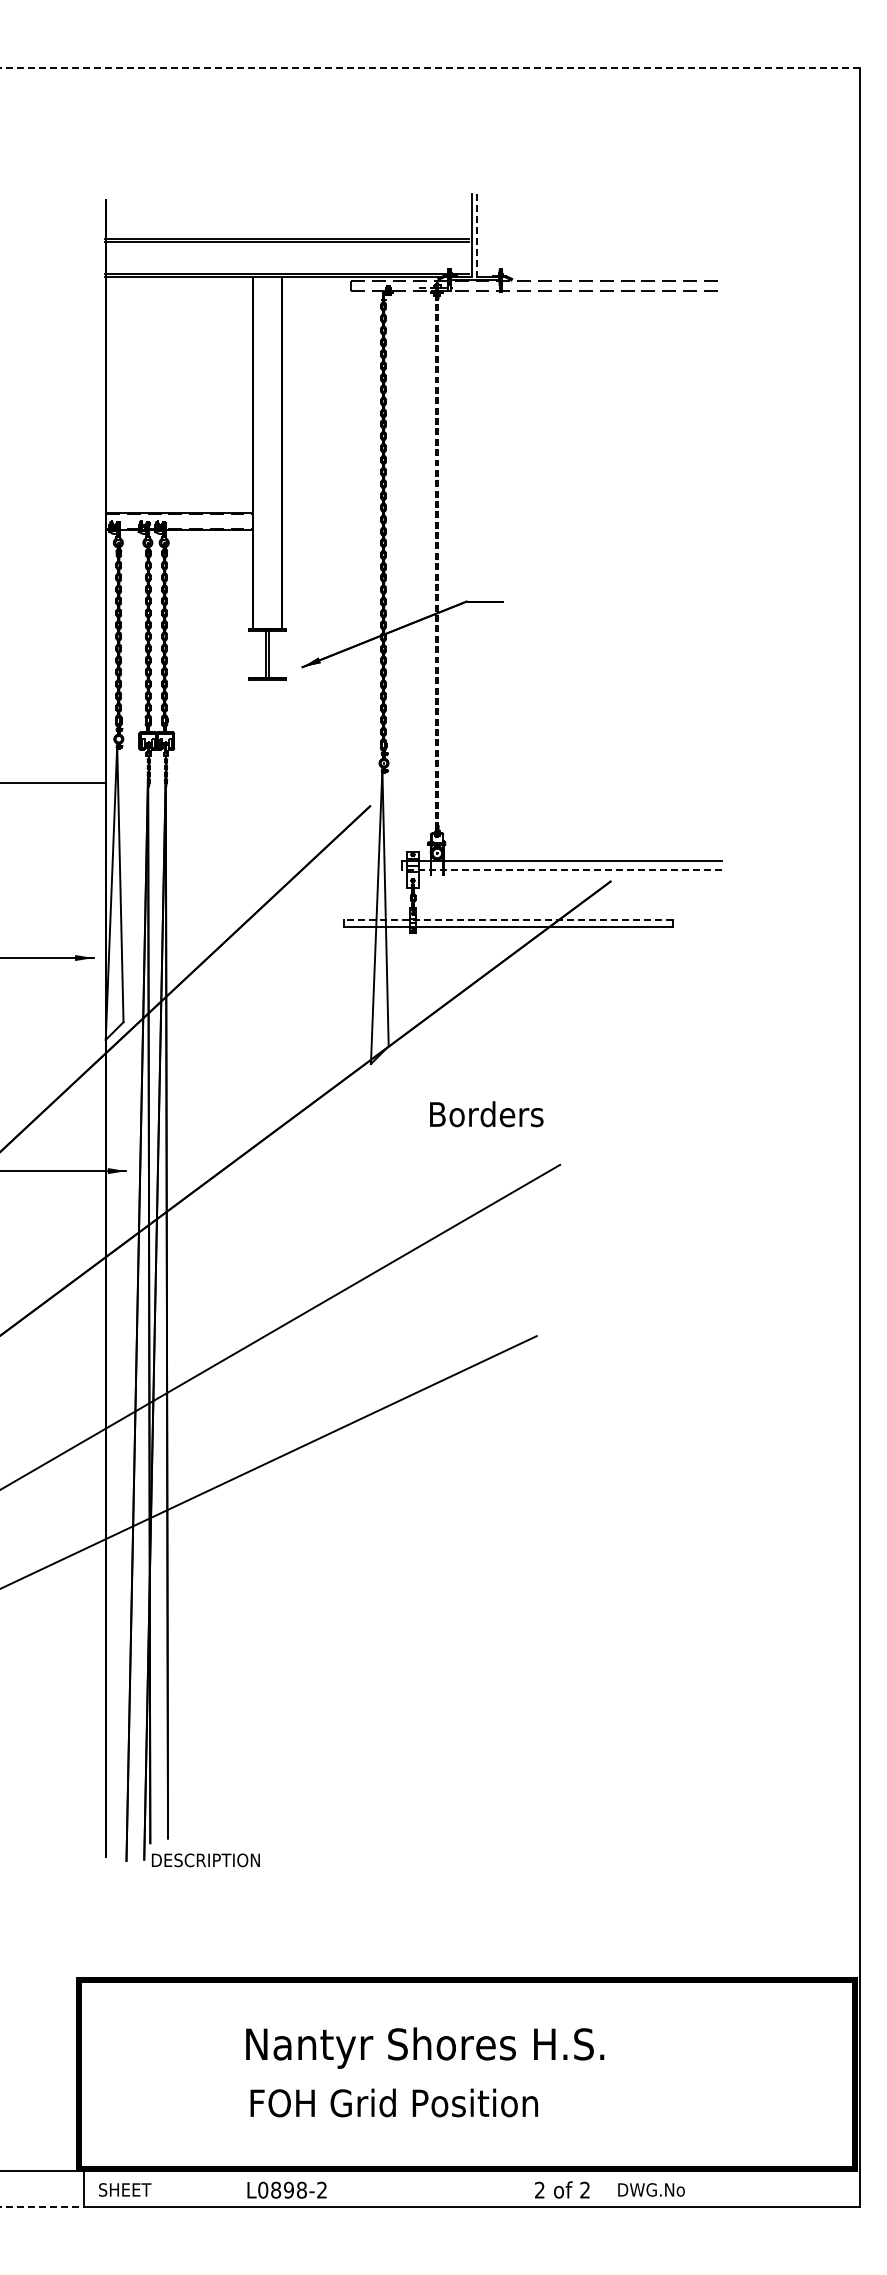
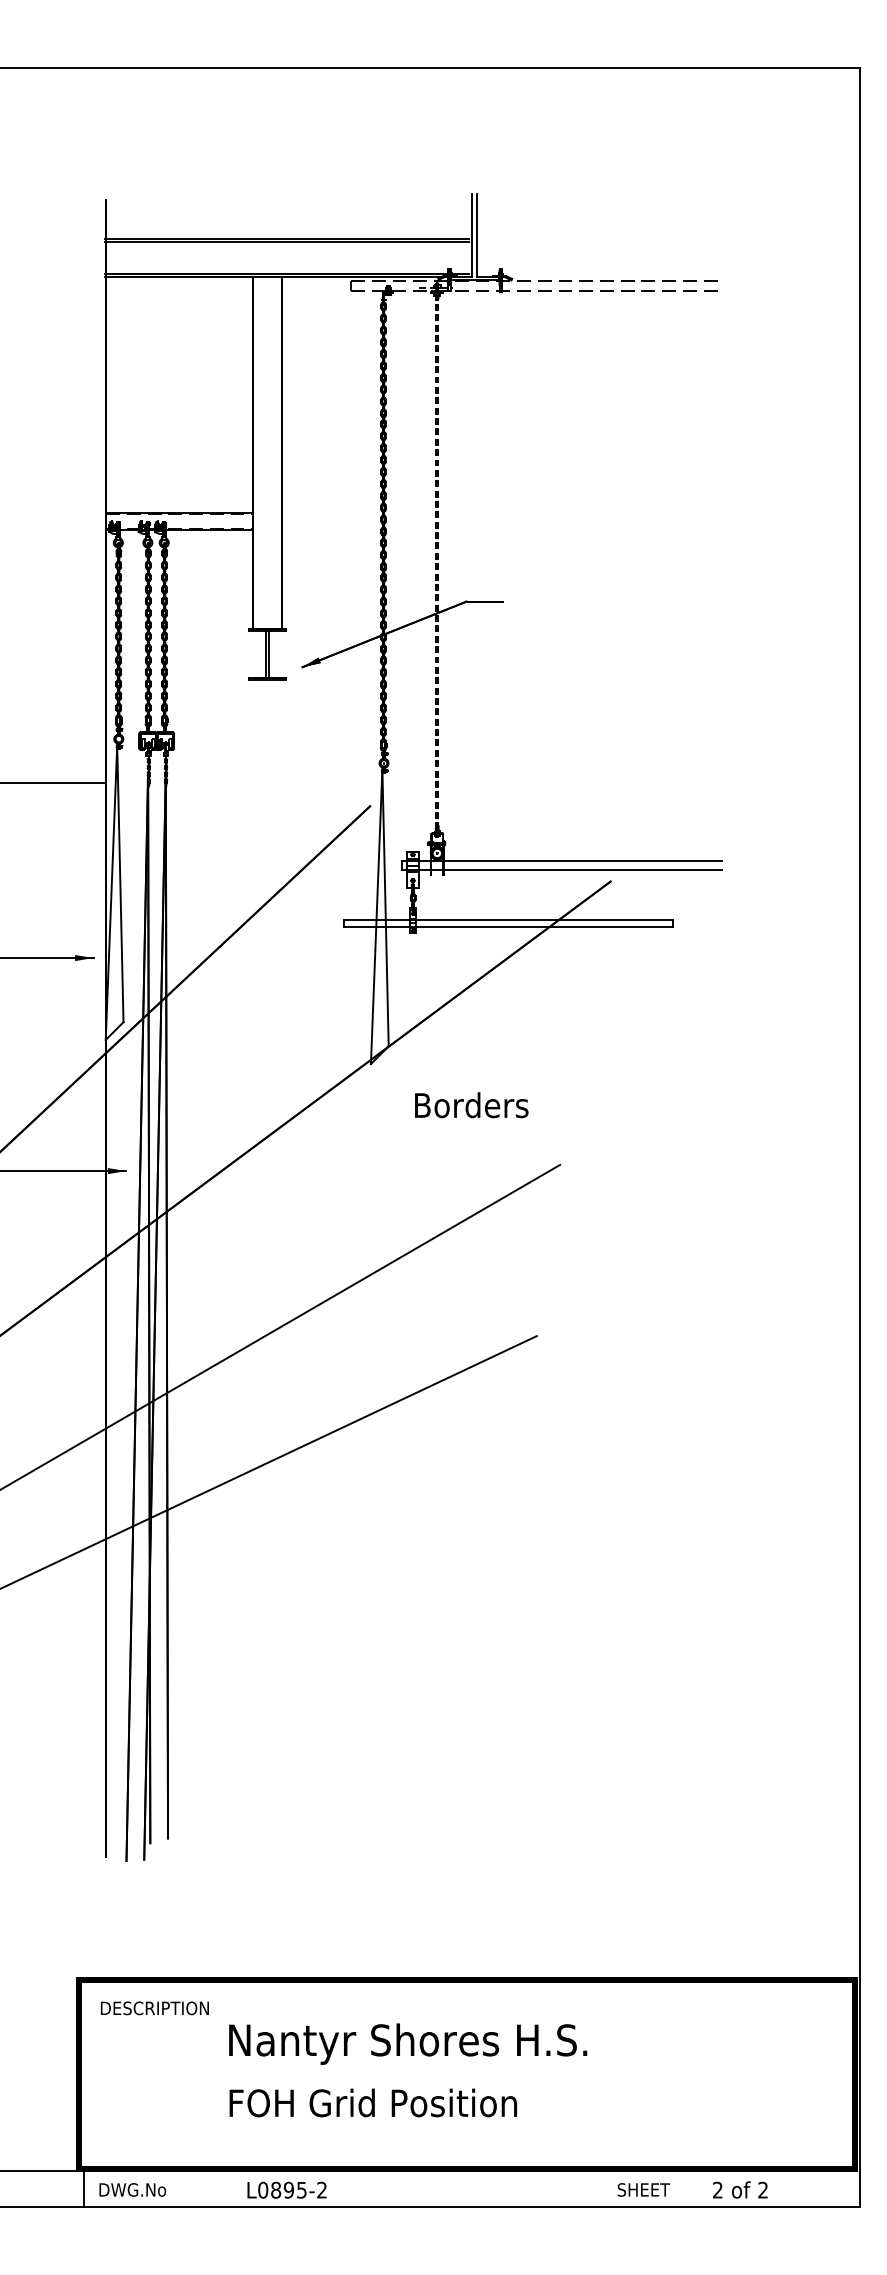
line at (430, 68): dashed -> solid
line at (476, 235): dashed -> solid
line at (561, 869): dashed -> solid
line at (507, 920): dashed -> solid
text at (486, 1114) position: (486, 1114) -> (471, 1105)
text at (205, 1860) position: (205, 1860) -> (154, 2008)
text at (425, 2047) position: (425, 2047) -> (408, 2043)
text at (393, 2102) position: (393, 2102) -> (372, 2102)
text at (132, 2189): SHEET -> DWG.No
text at (301, 2189): L0898-2 -> L0895-2
text at (562, 2189) position: (562, 2189) -> (740, 2189)
text at (650, 2189): DWG.No -> SHEET
line at (42, 2206): dashed -> solid
